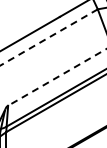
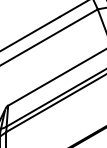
line at (48, 37): dashed -> solid
line at (57, 77): dashed -> solid
